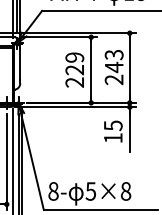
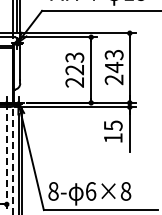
text at (74, 57): 229 -> 223
line at (12, 161): solid -> dashed
line at (6, 162): solid -> dashed
text at (90, 191): 5×8 -> 6×8
